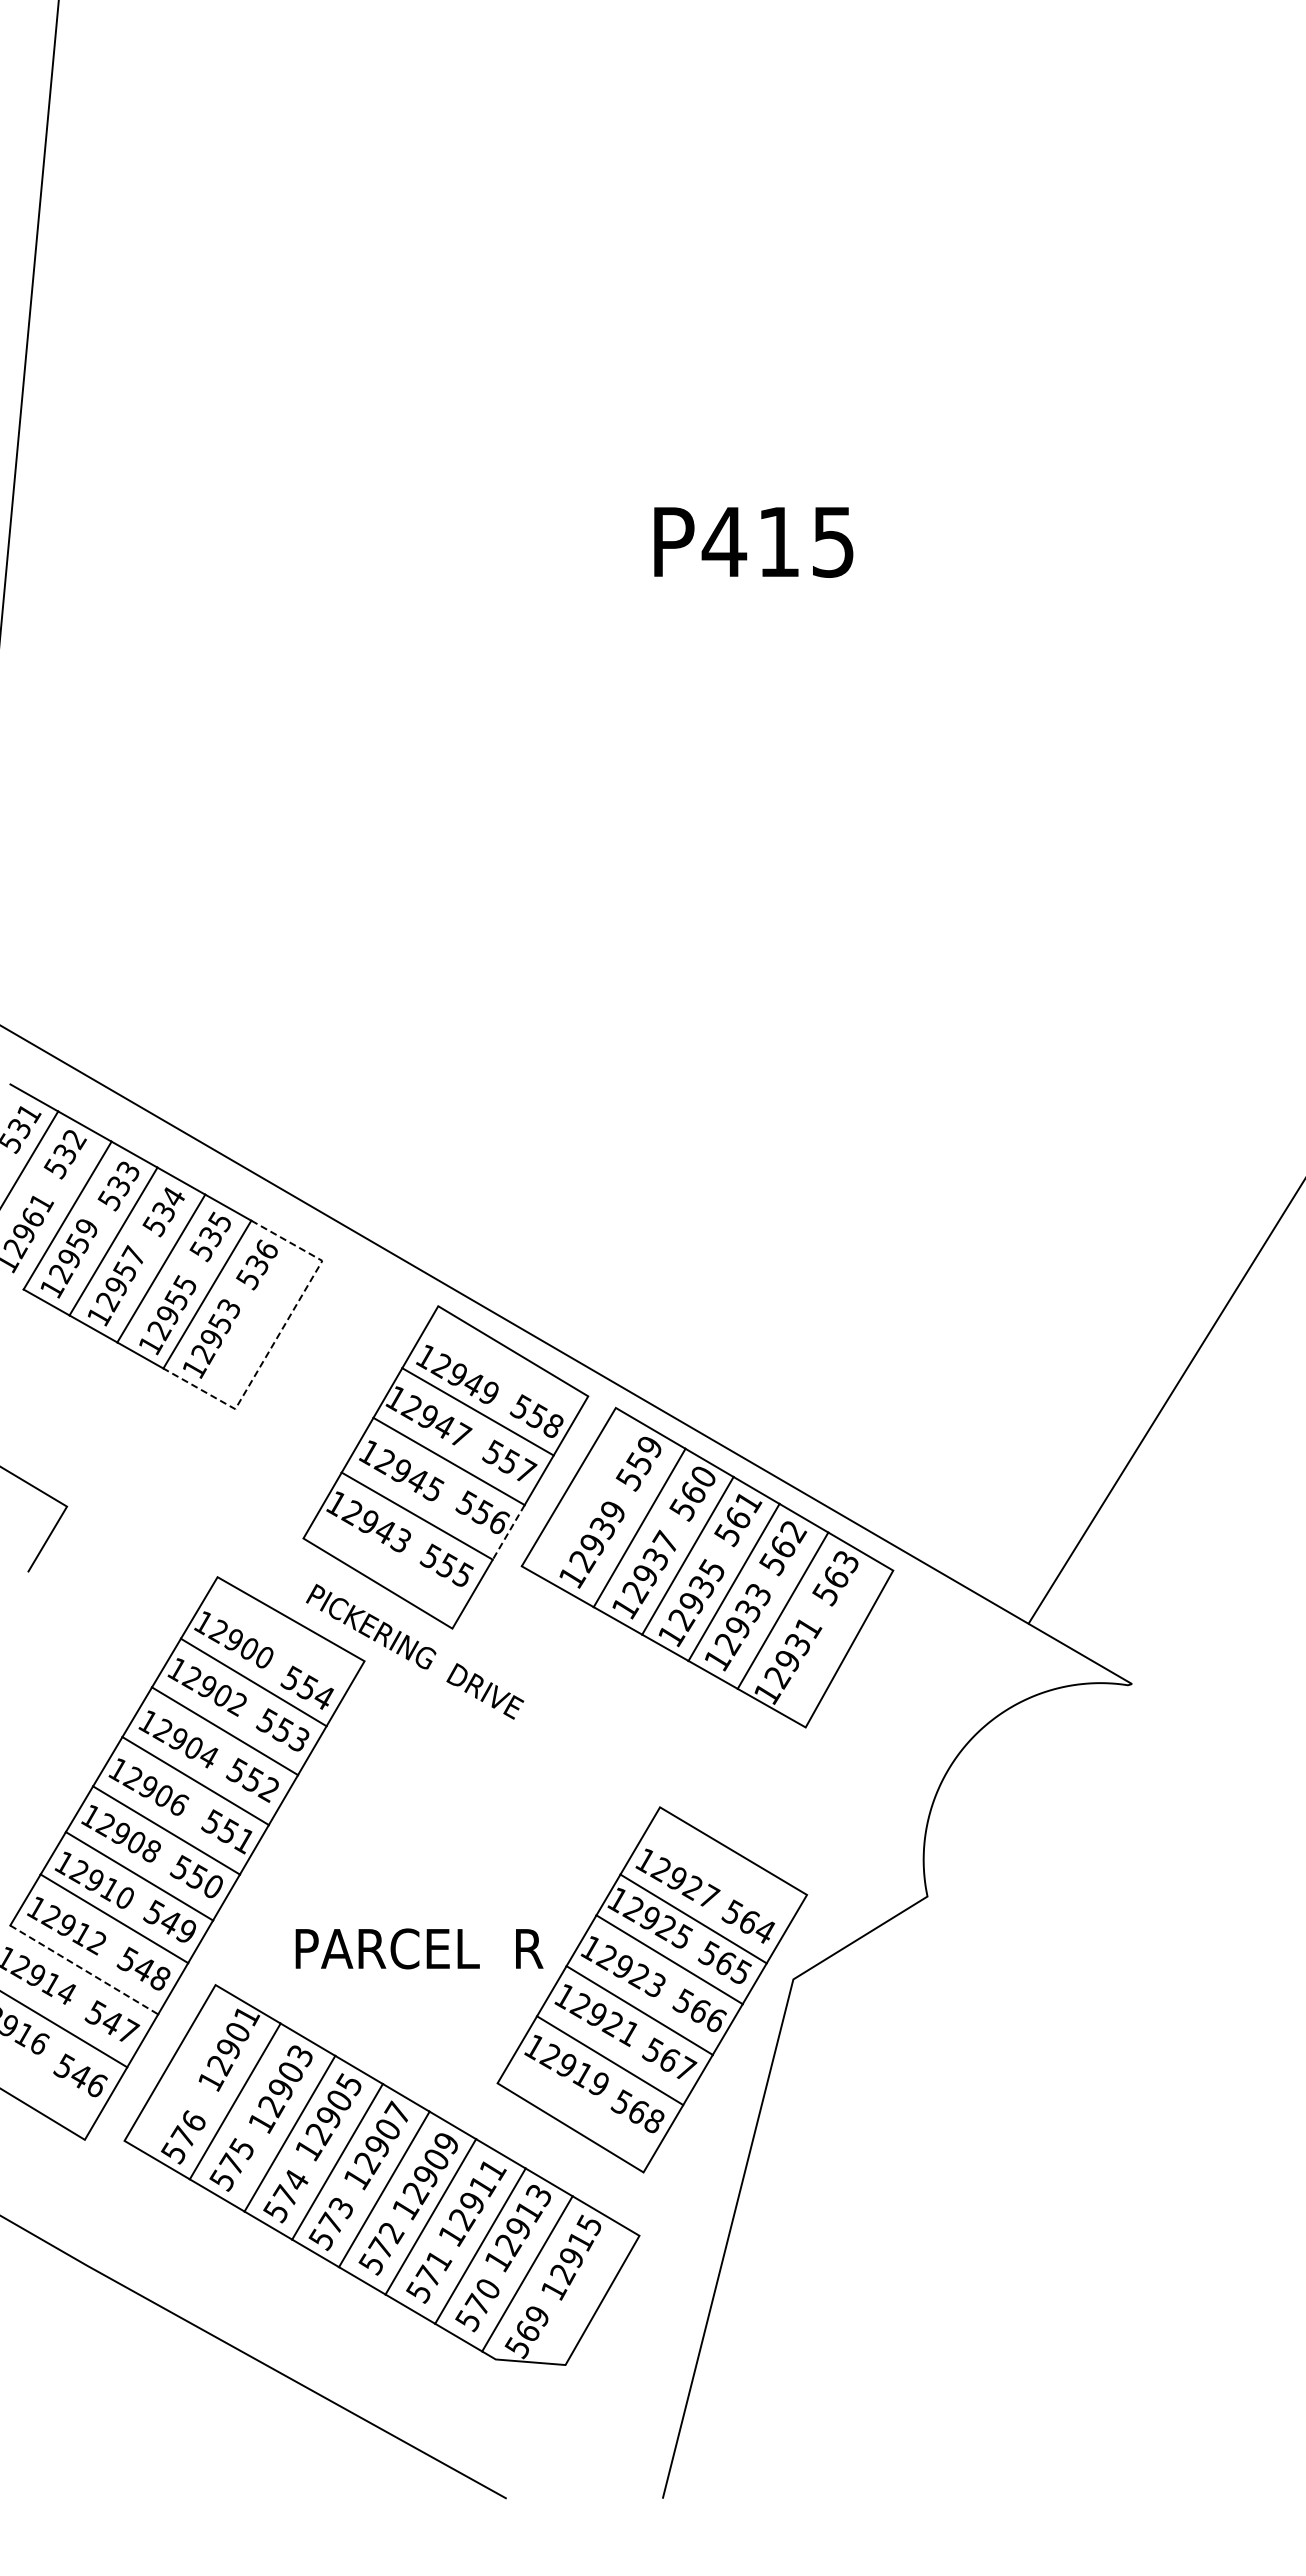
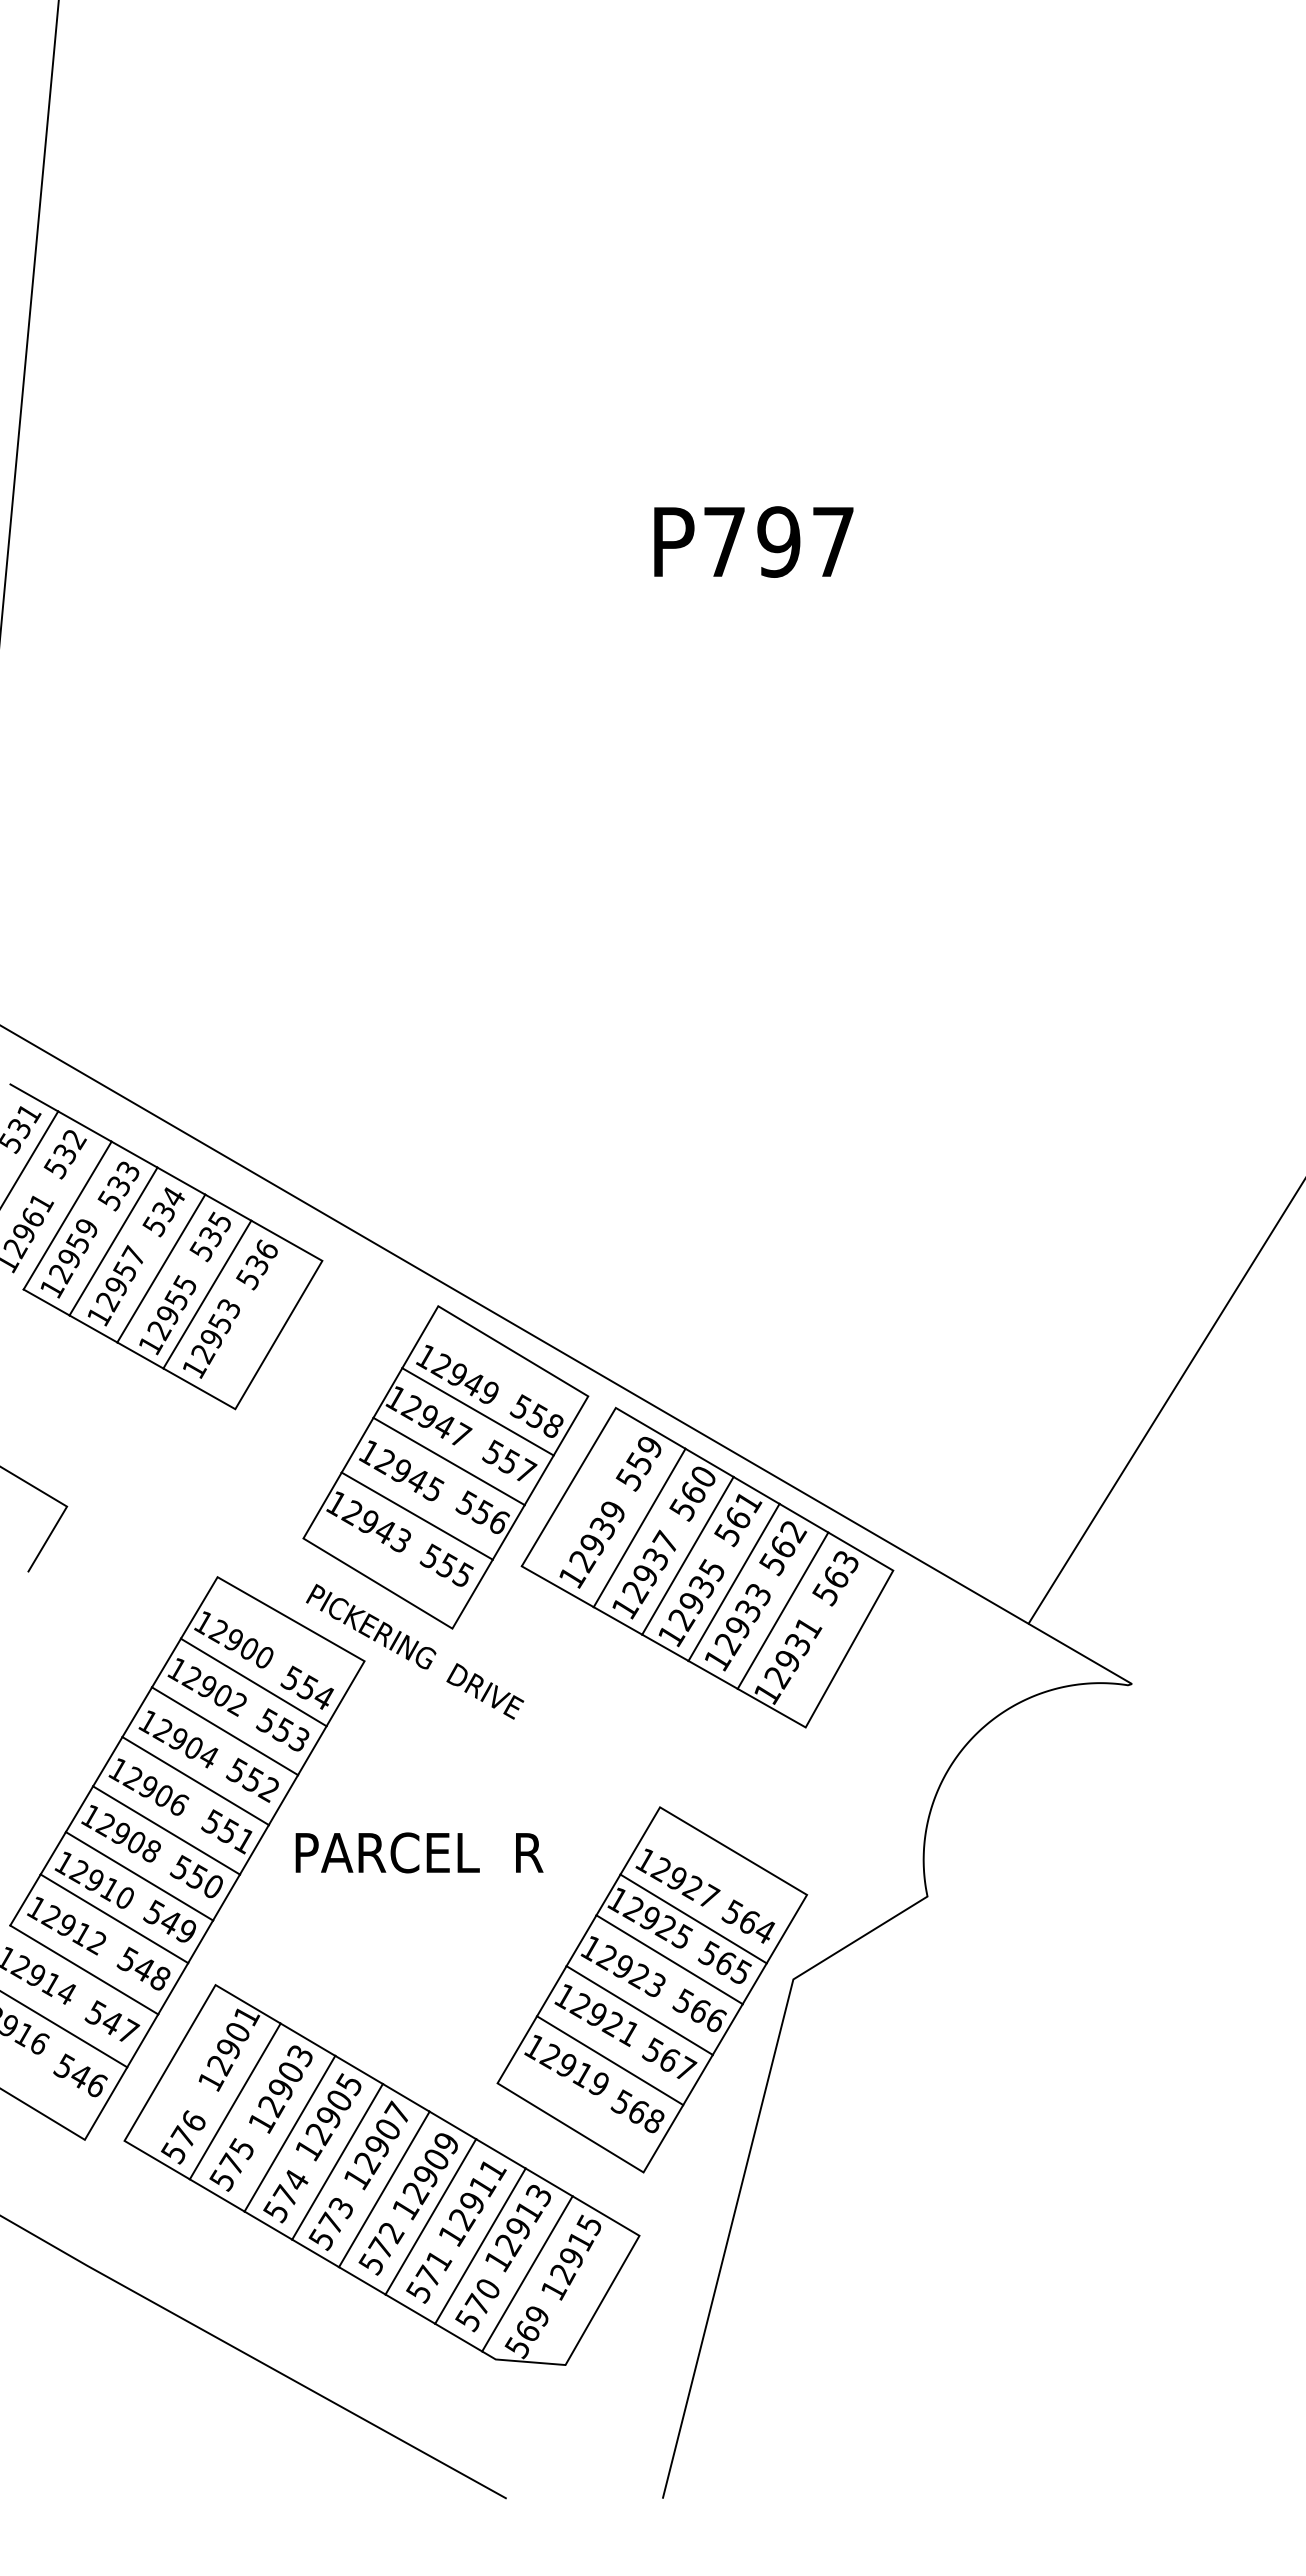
text at (777, 541): P415 -> P797
line at (278, 1335): dashed -> solid
line at (508, 1532): dashed -> solid
text at (419, 1948) position: (419, 1948) -> (419, 1852)
line at (84, 1970): dashed -> solid
